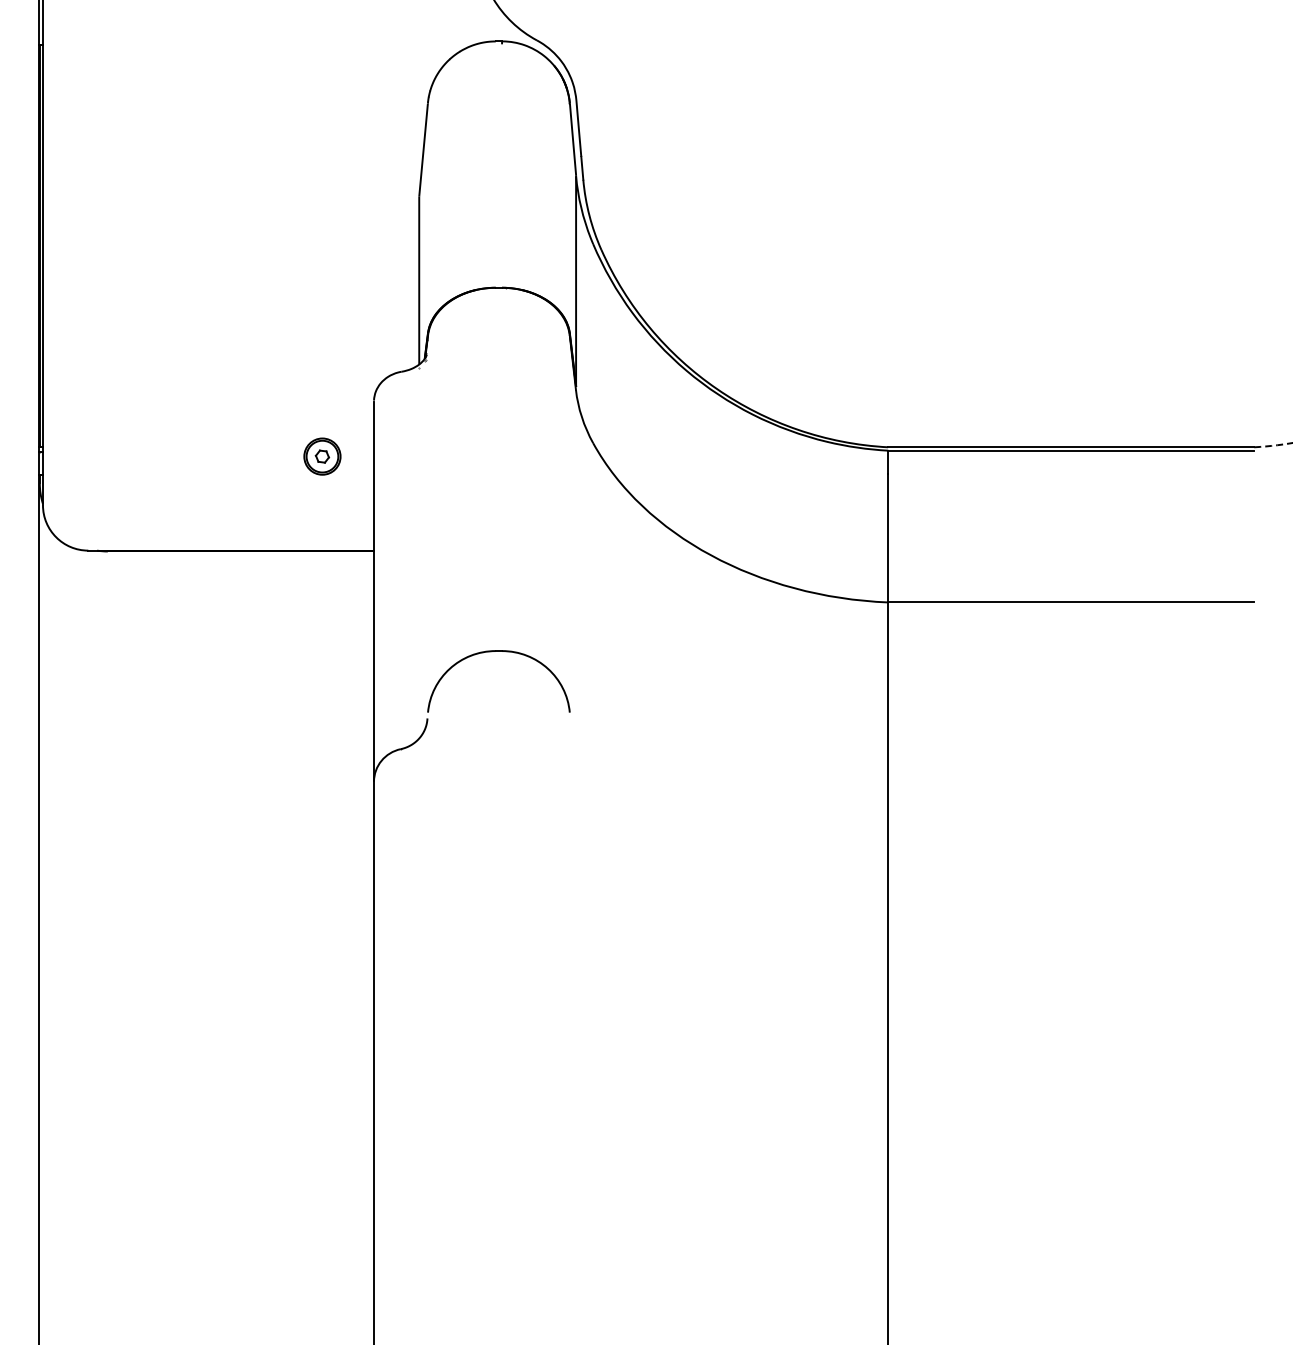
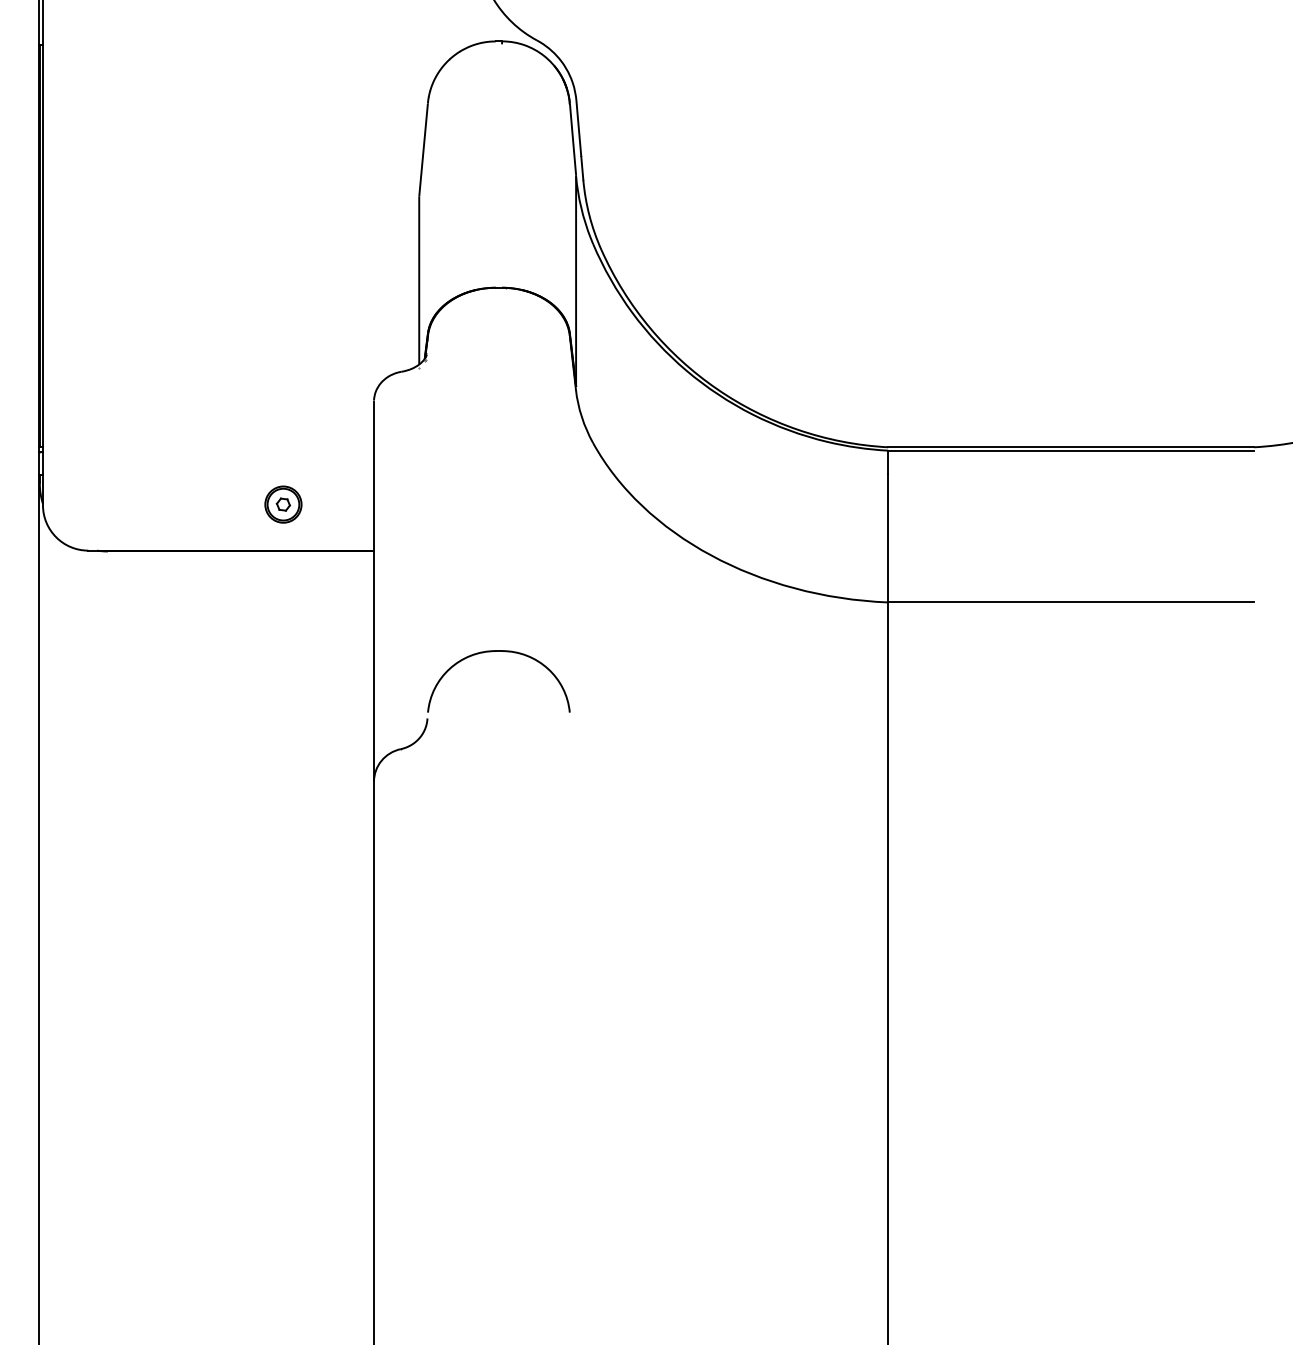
arc at (1274, 445): dashed -> solid
part at (322, 456) position: (322, 456) -> (283, 504)
